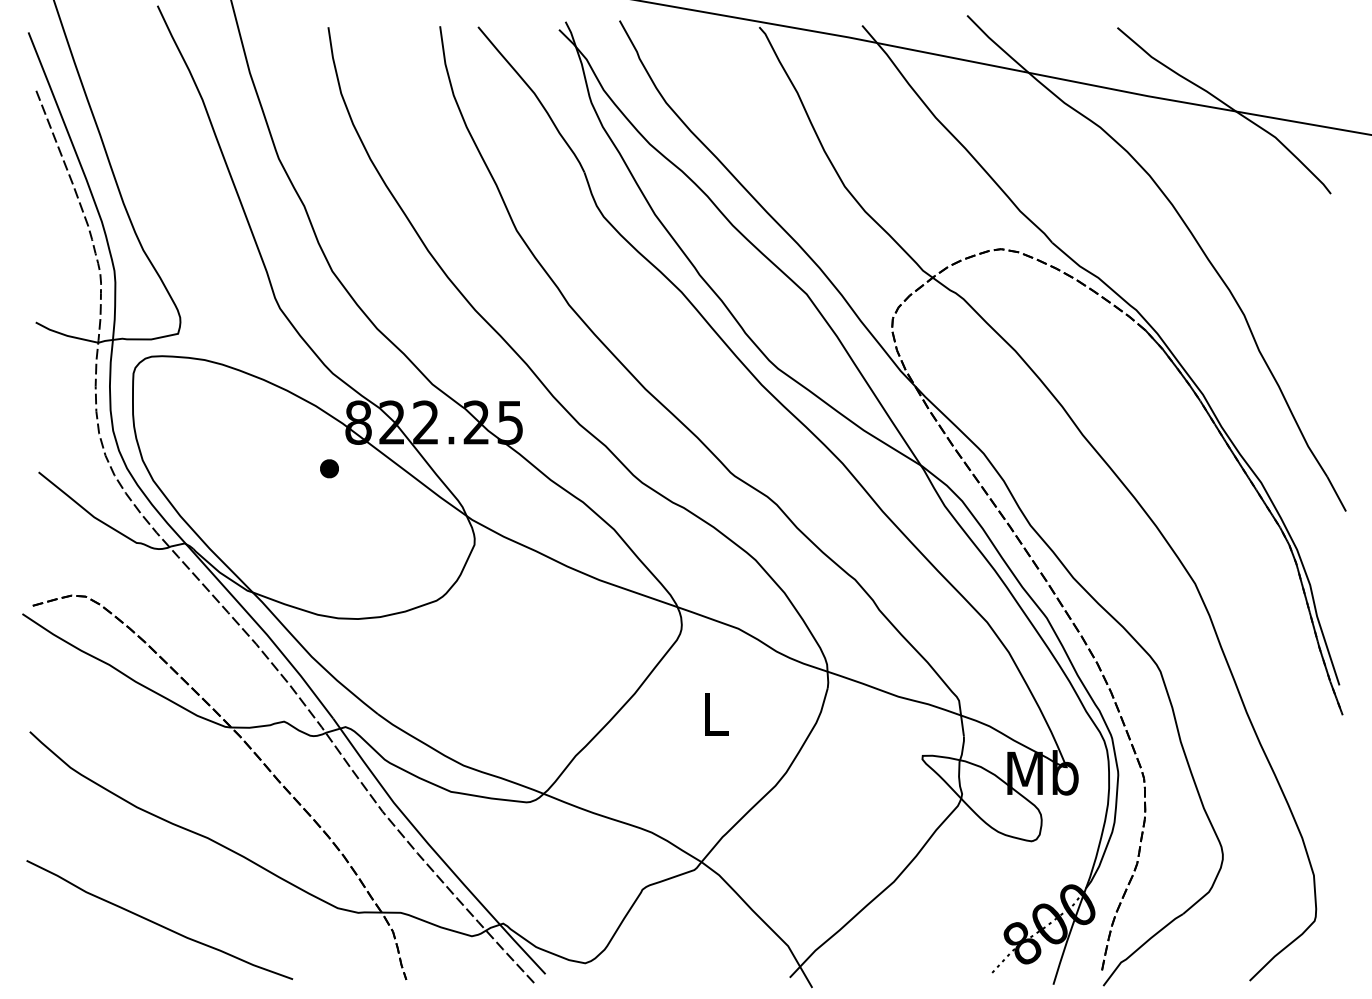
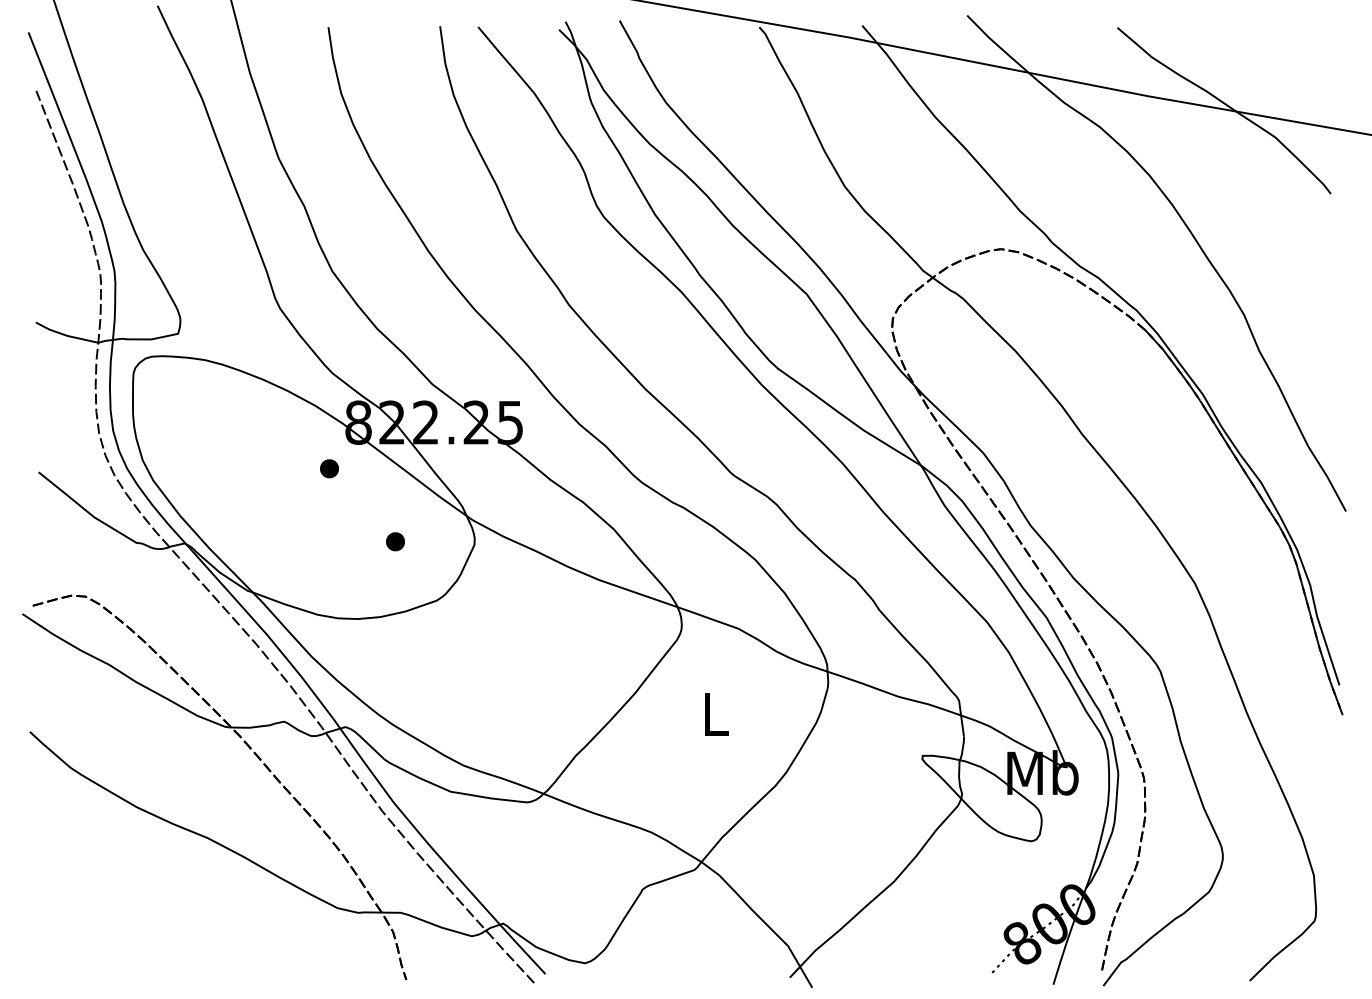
part at (395, 541): none -> present
curve at (158, 923): present -> none
